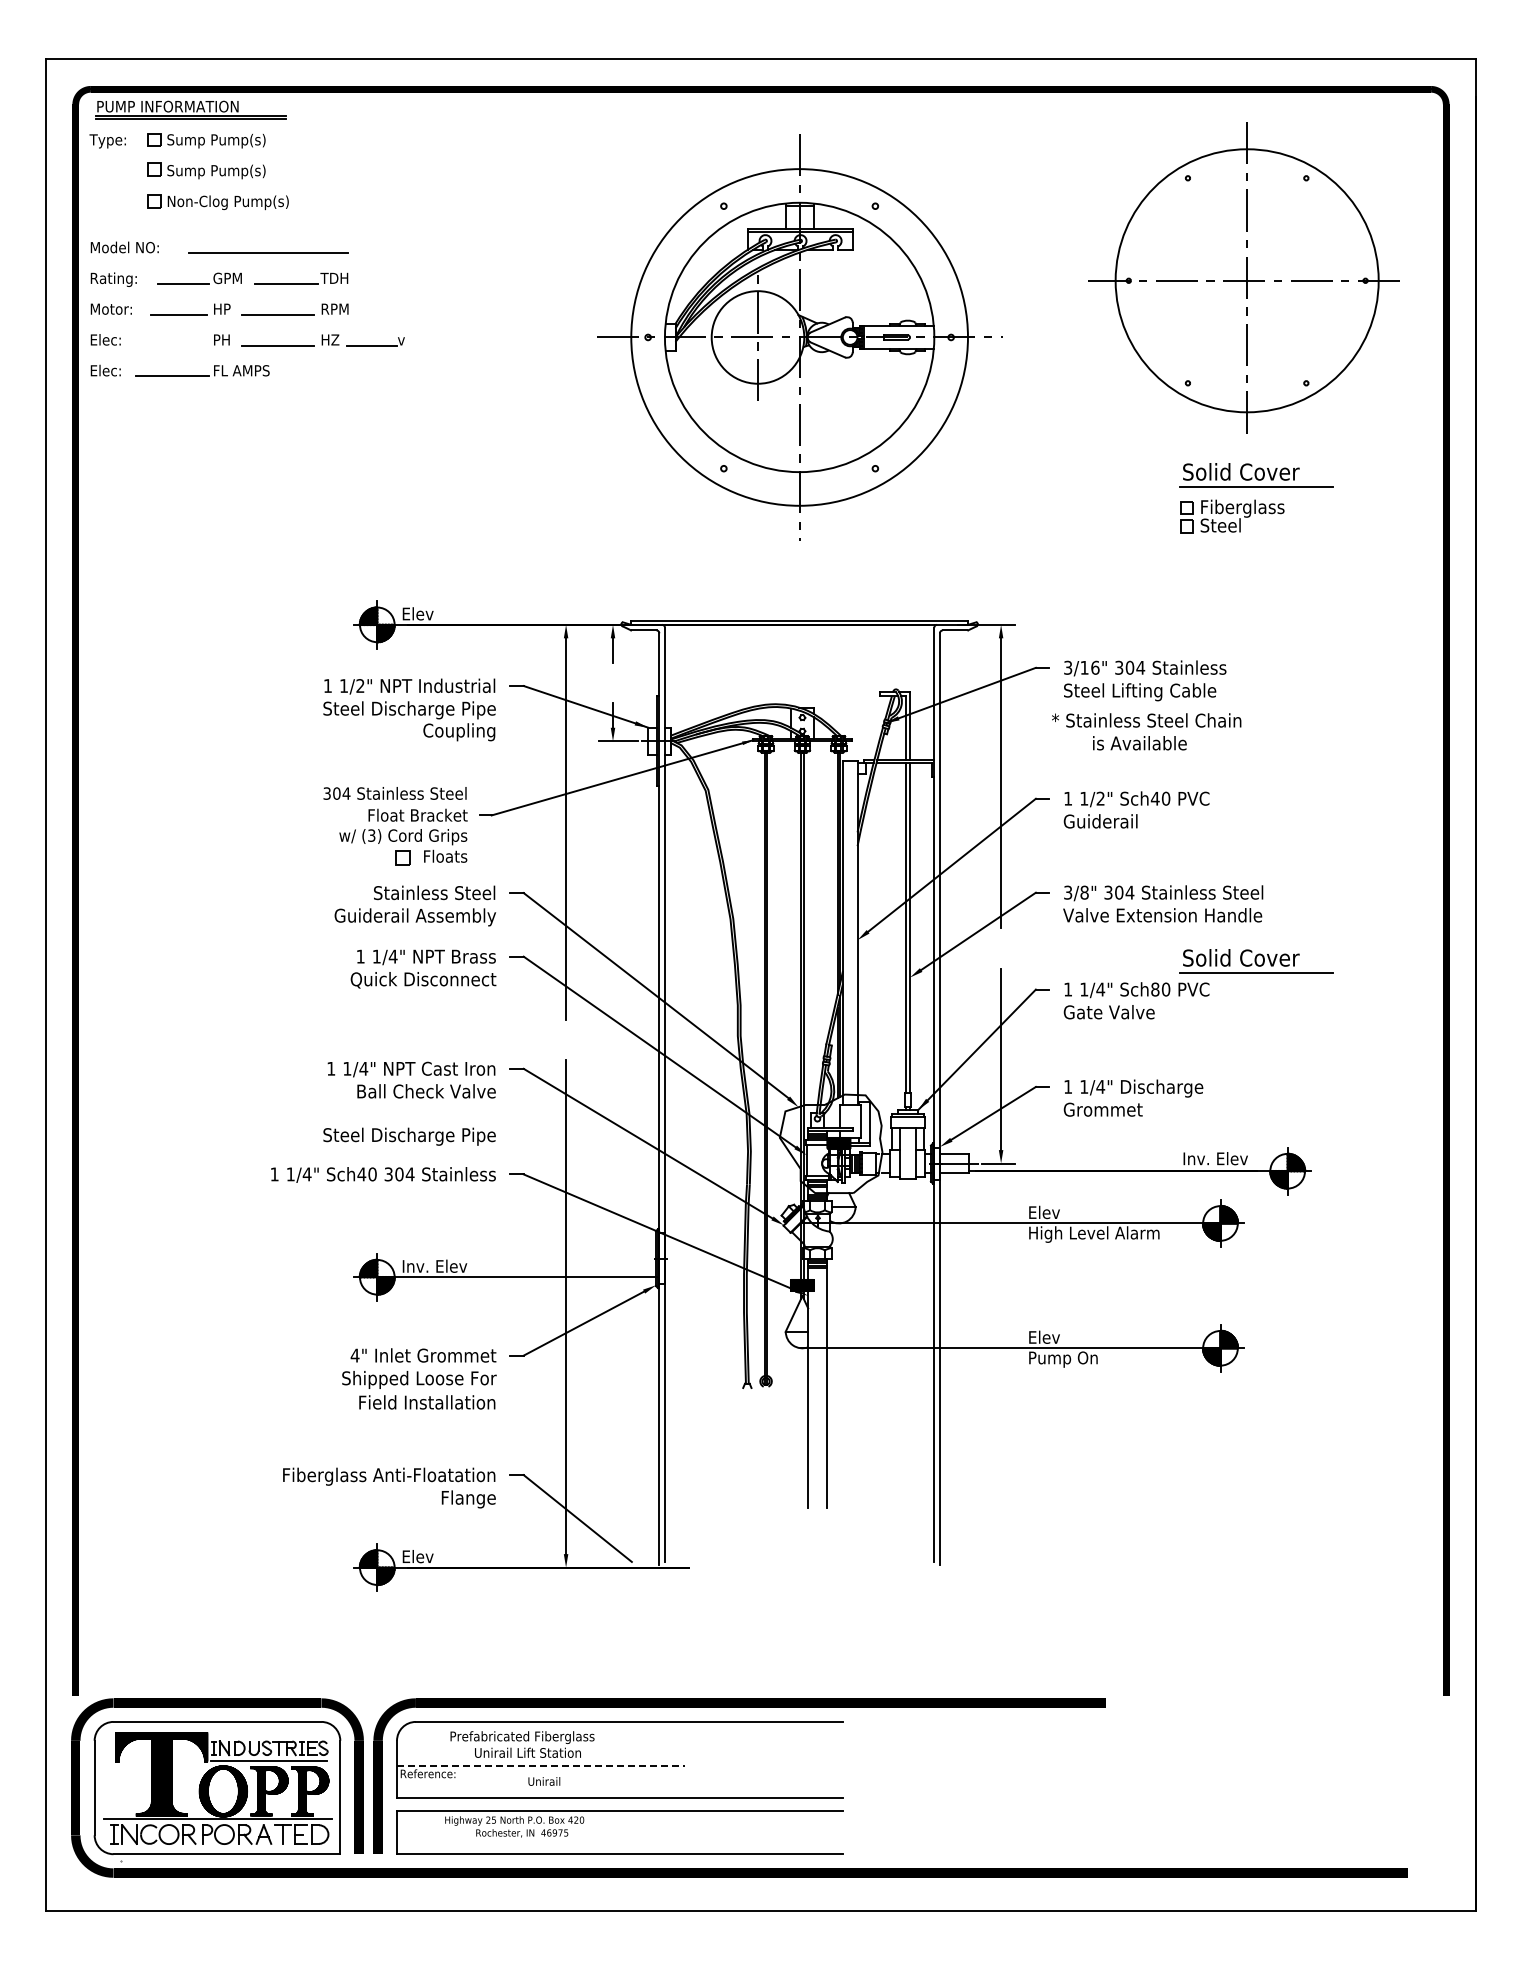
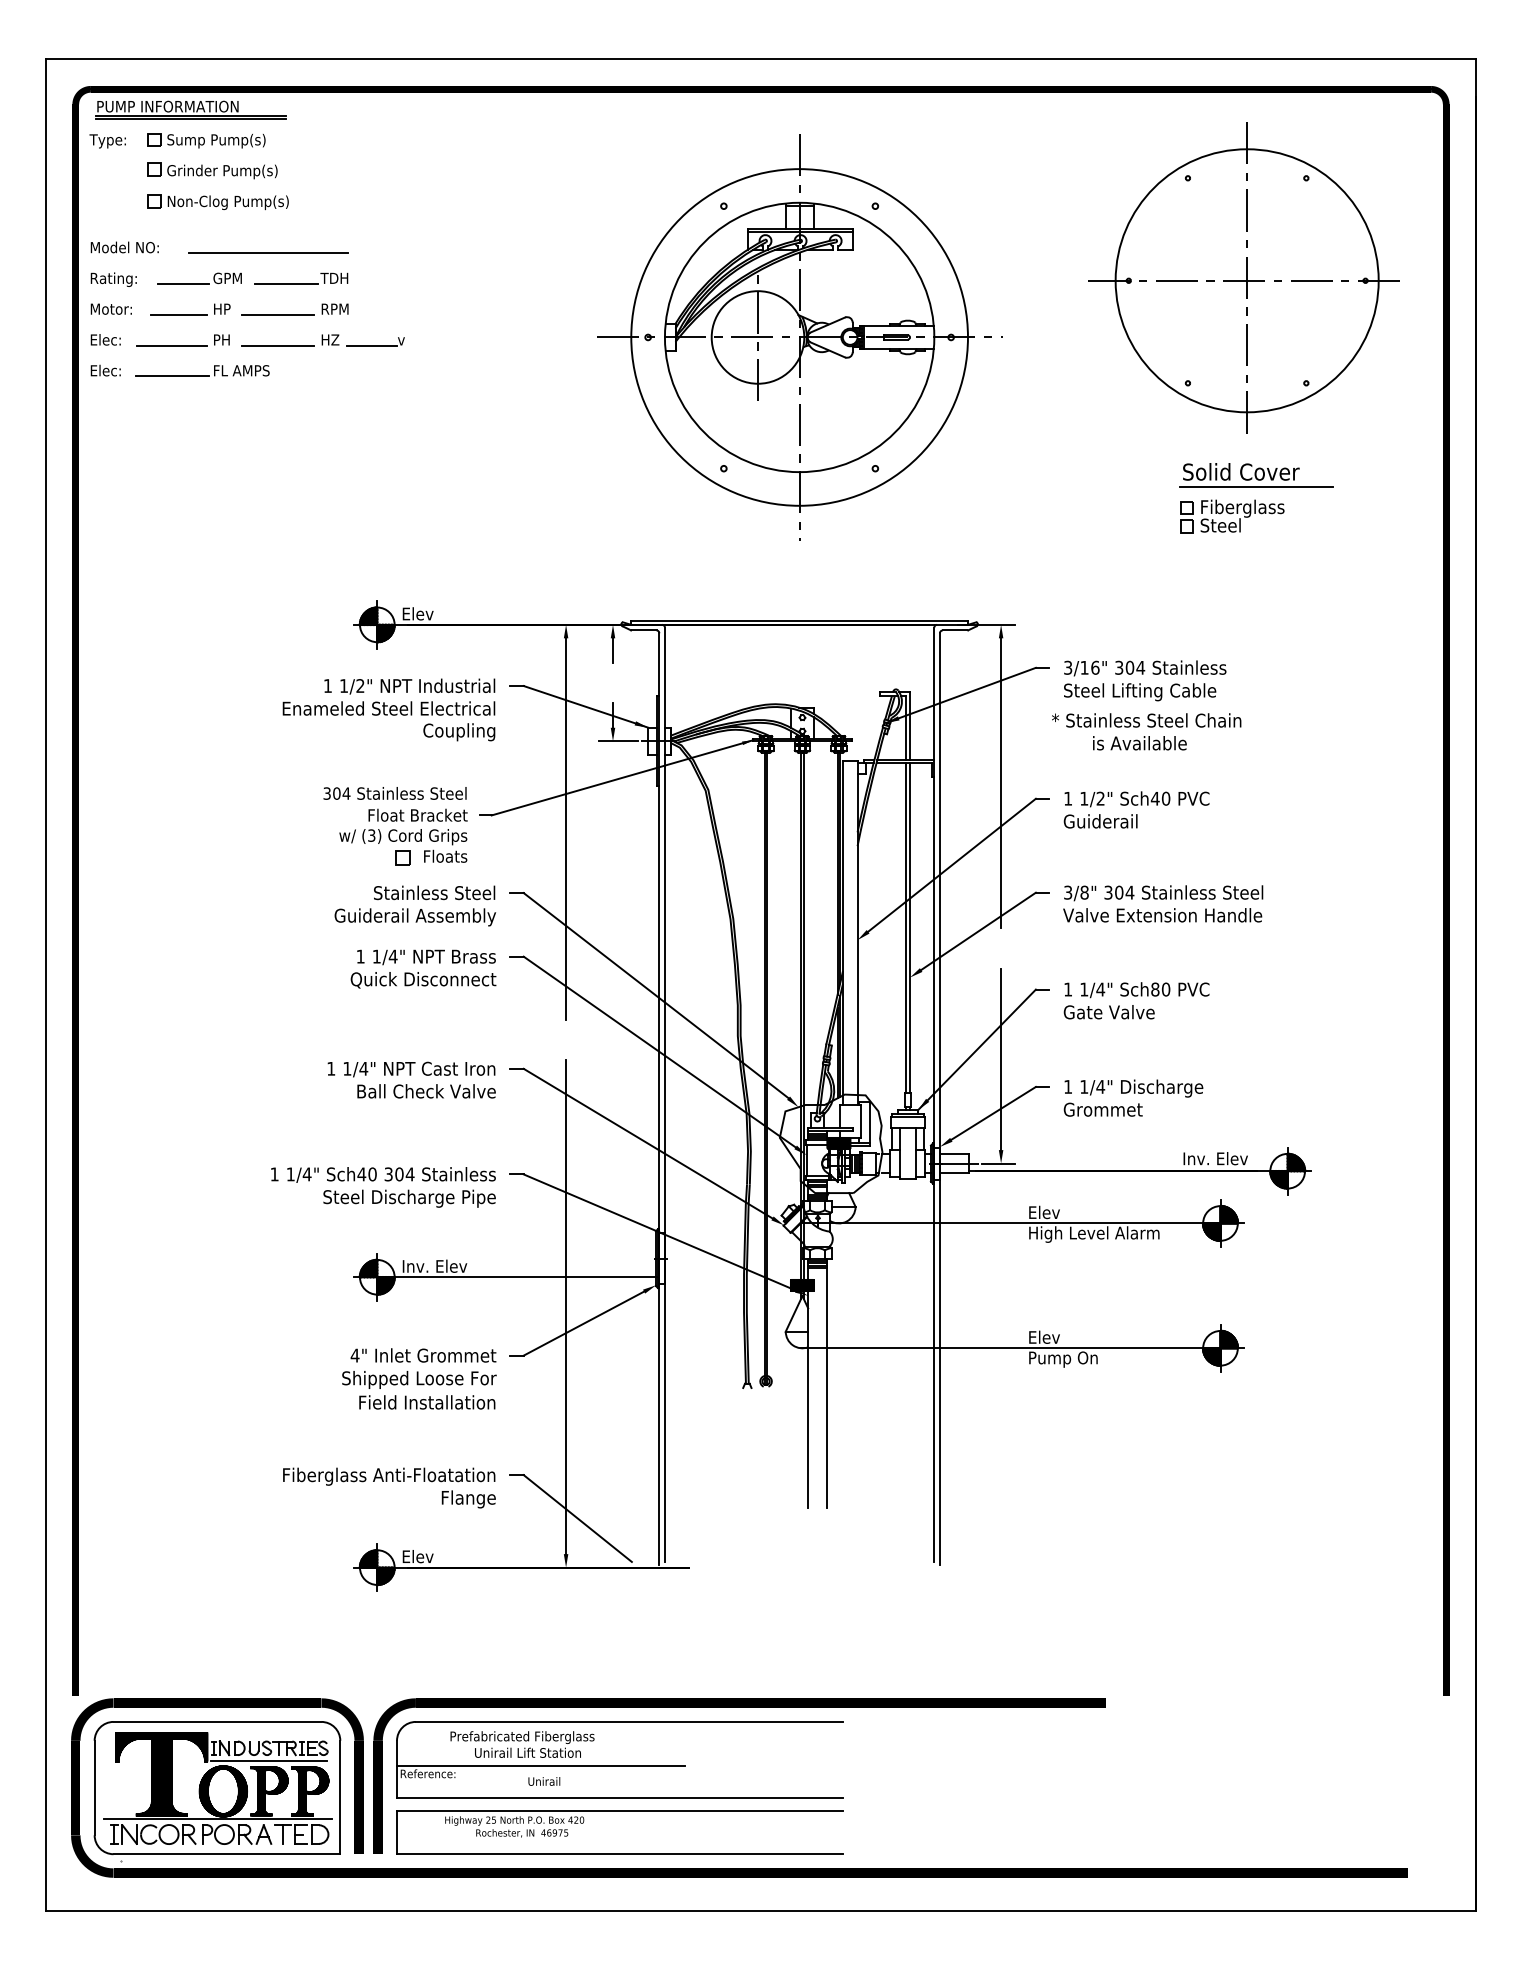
text at (222, 171): Sump Pump(s) -> Grinder Pump(s)
line at (171, 345): none -> present
text at (388, 710): Steel Discharge Pipe -> Enameled Steel Electrical
part at (1256, 961): present -> none
text at (409, 1136) position: (409, 1136) -> (409, 1198)
line at (541, 1765): dashed -> solid
